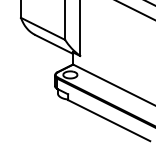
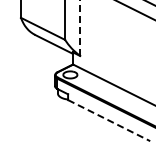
line at (80, 28): solid -> dashed
line at (109, 120): solid -> dashed
